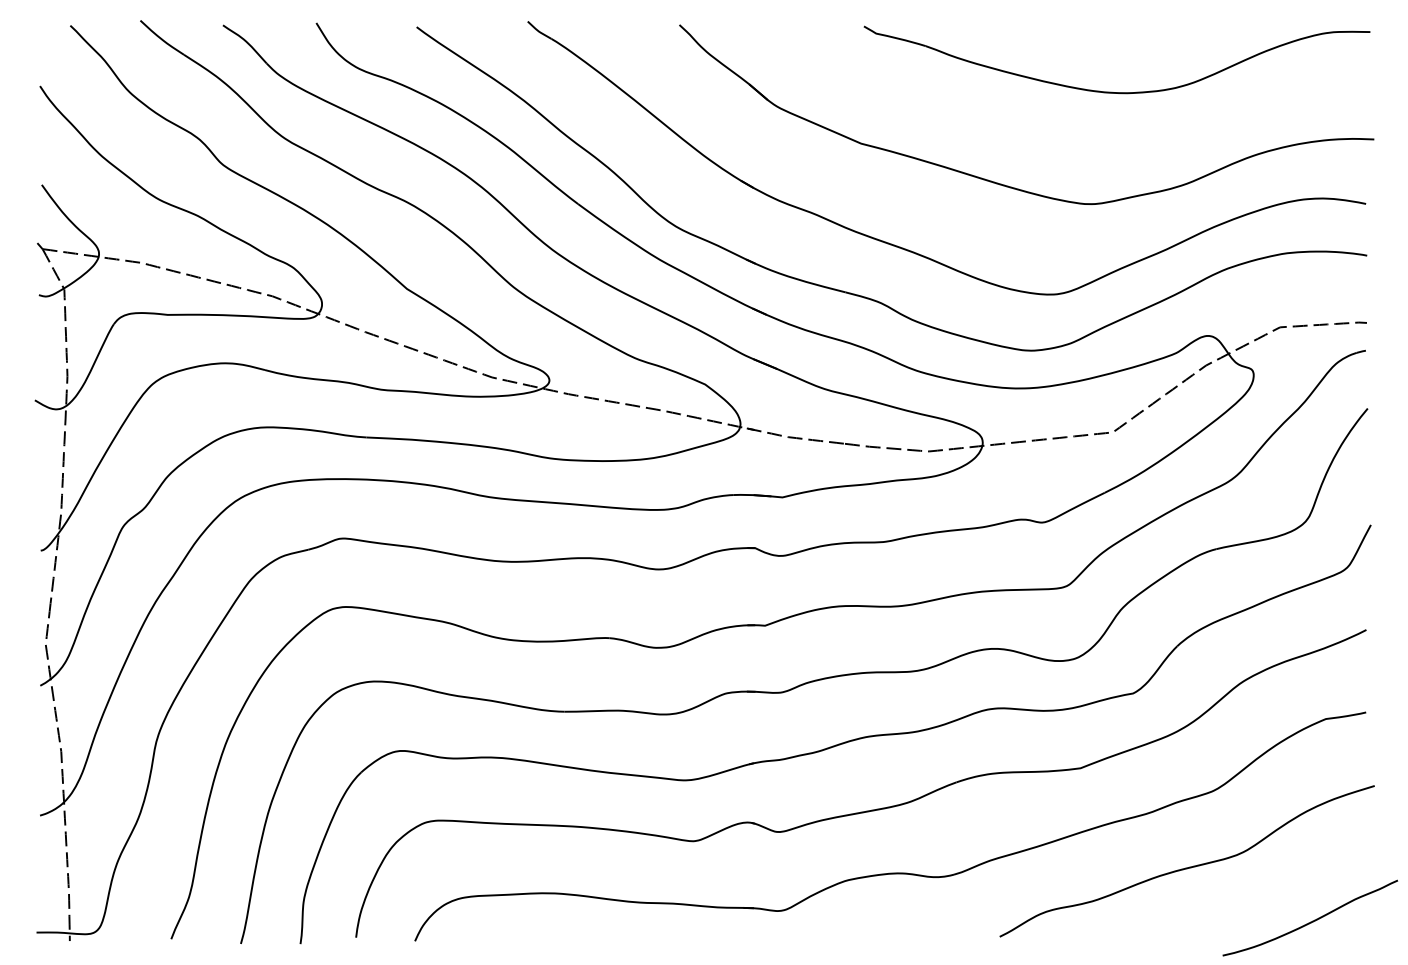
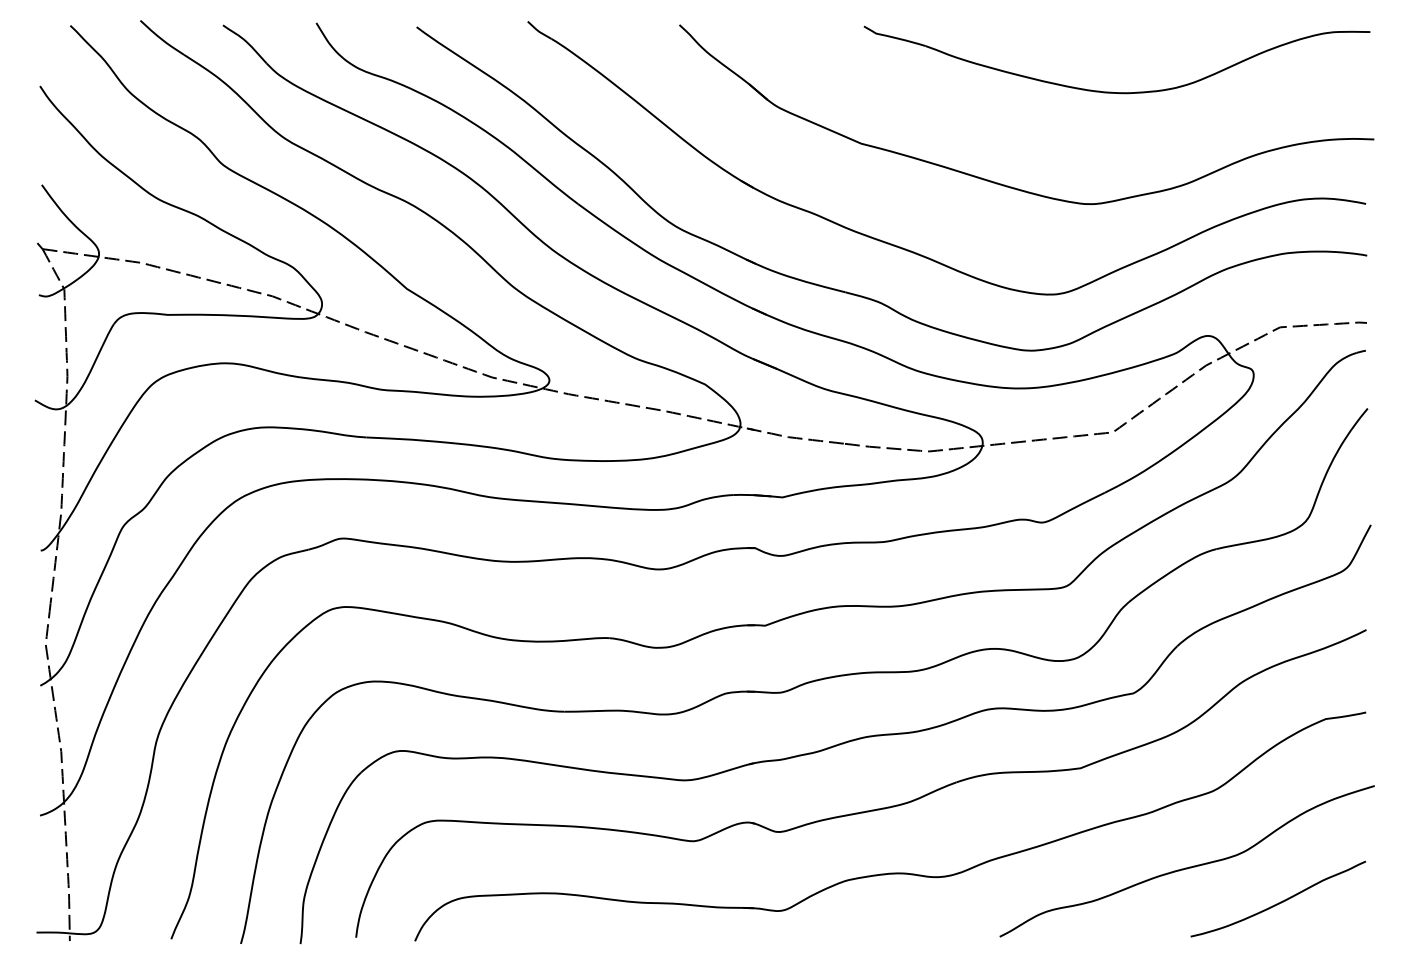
curve at (1310, 921) position: (1310, 921) -> (1278, 902)
